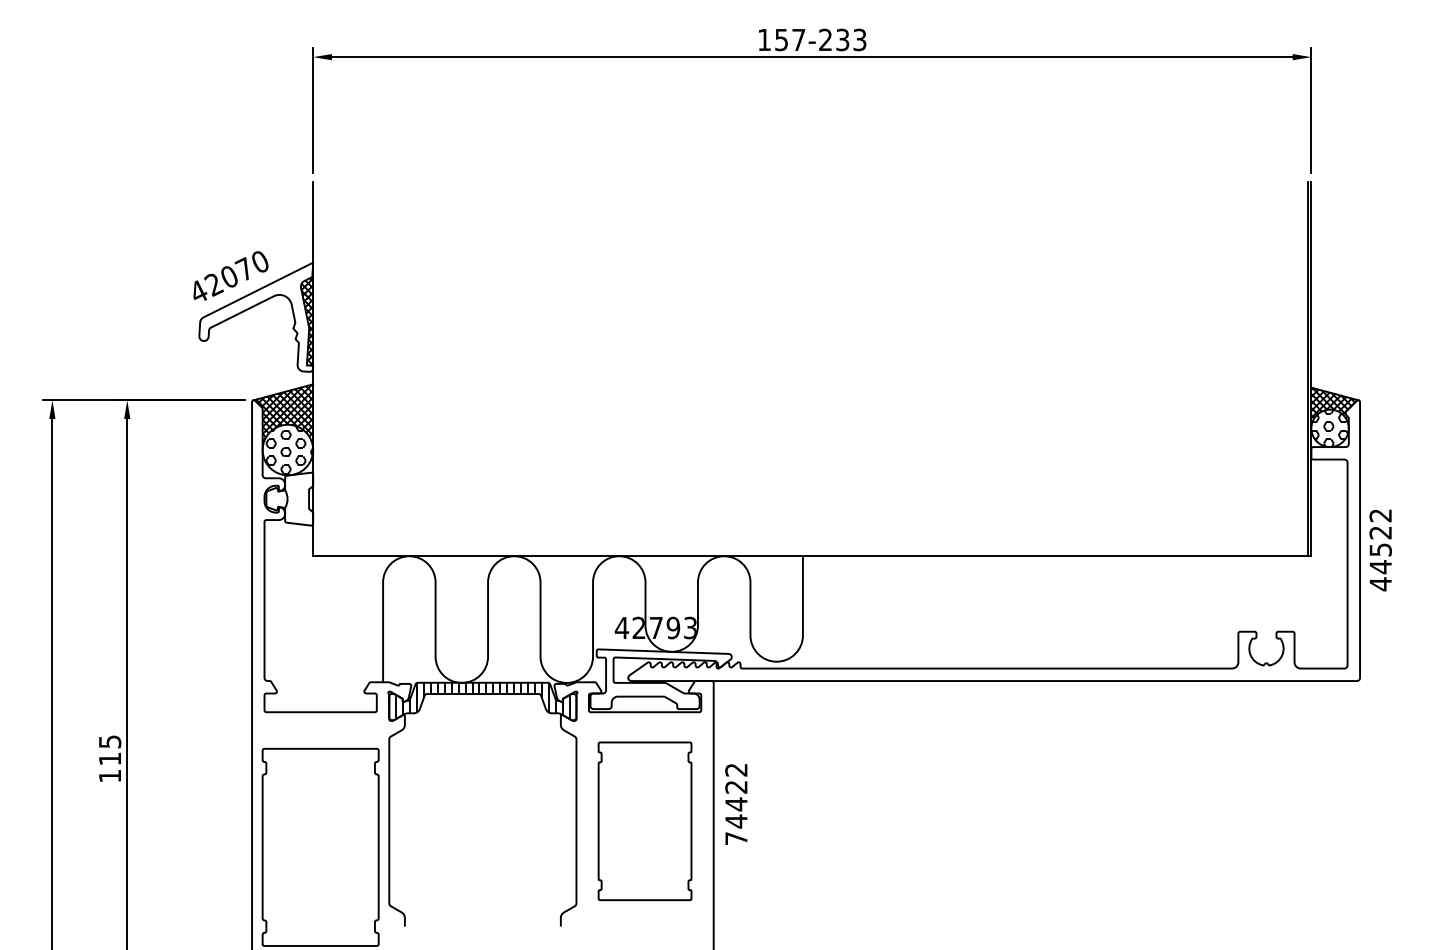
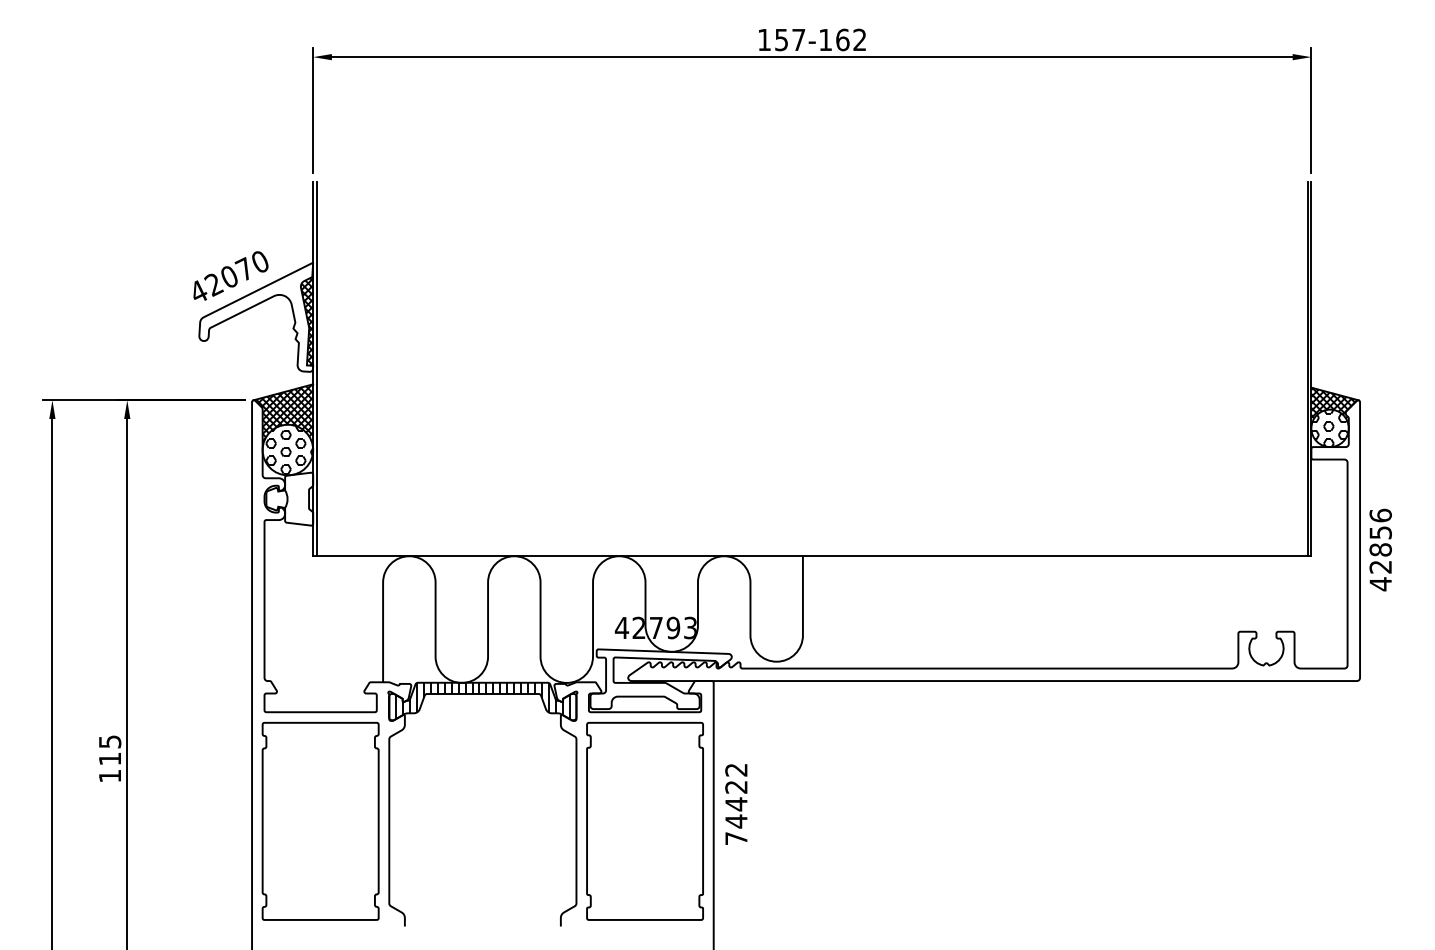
text at (842, 39): 157-233 -> 157-162
line at (316, 368): none -> present
text at (1380, 541): 44522 -> 42856
part at (644, 821) size: 96x161 px -> 118x200 px
part at (320, 846) position: (320, 846) -> (320, 820)
